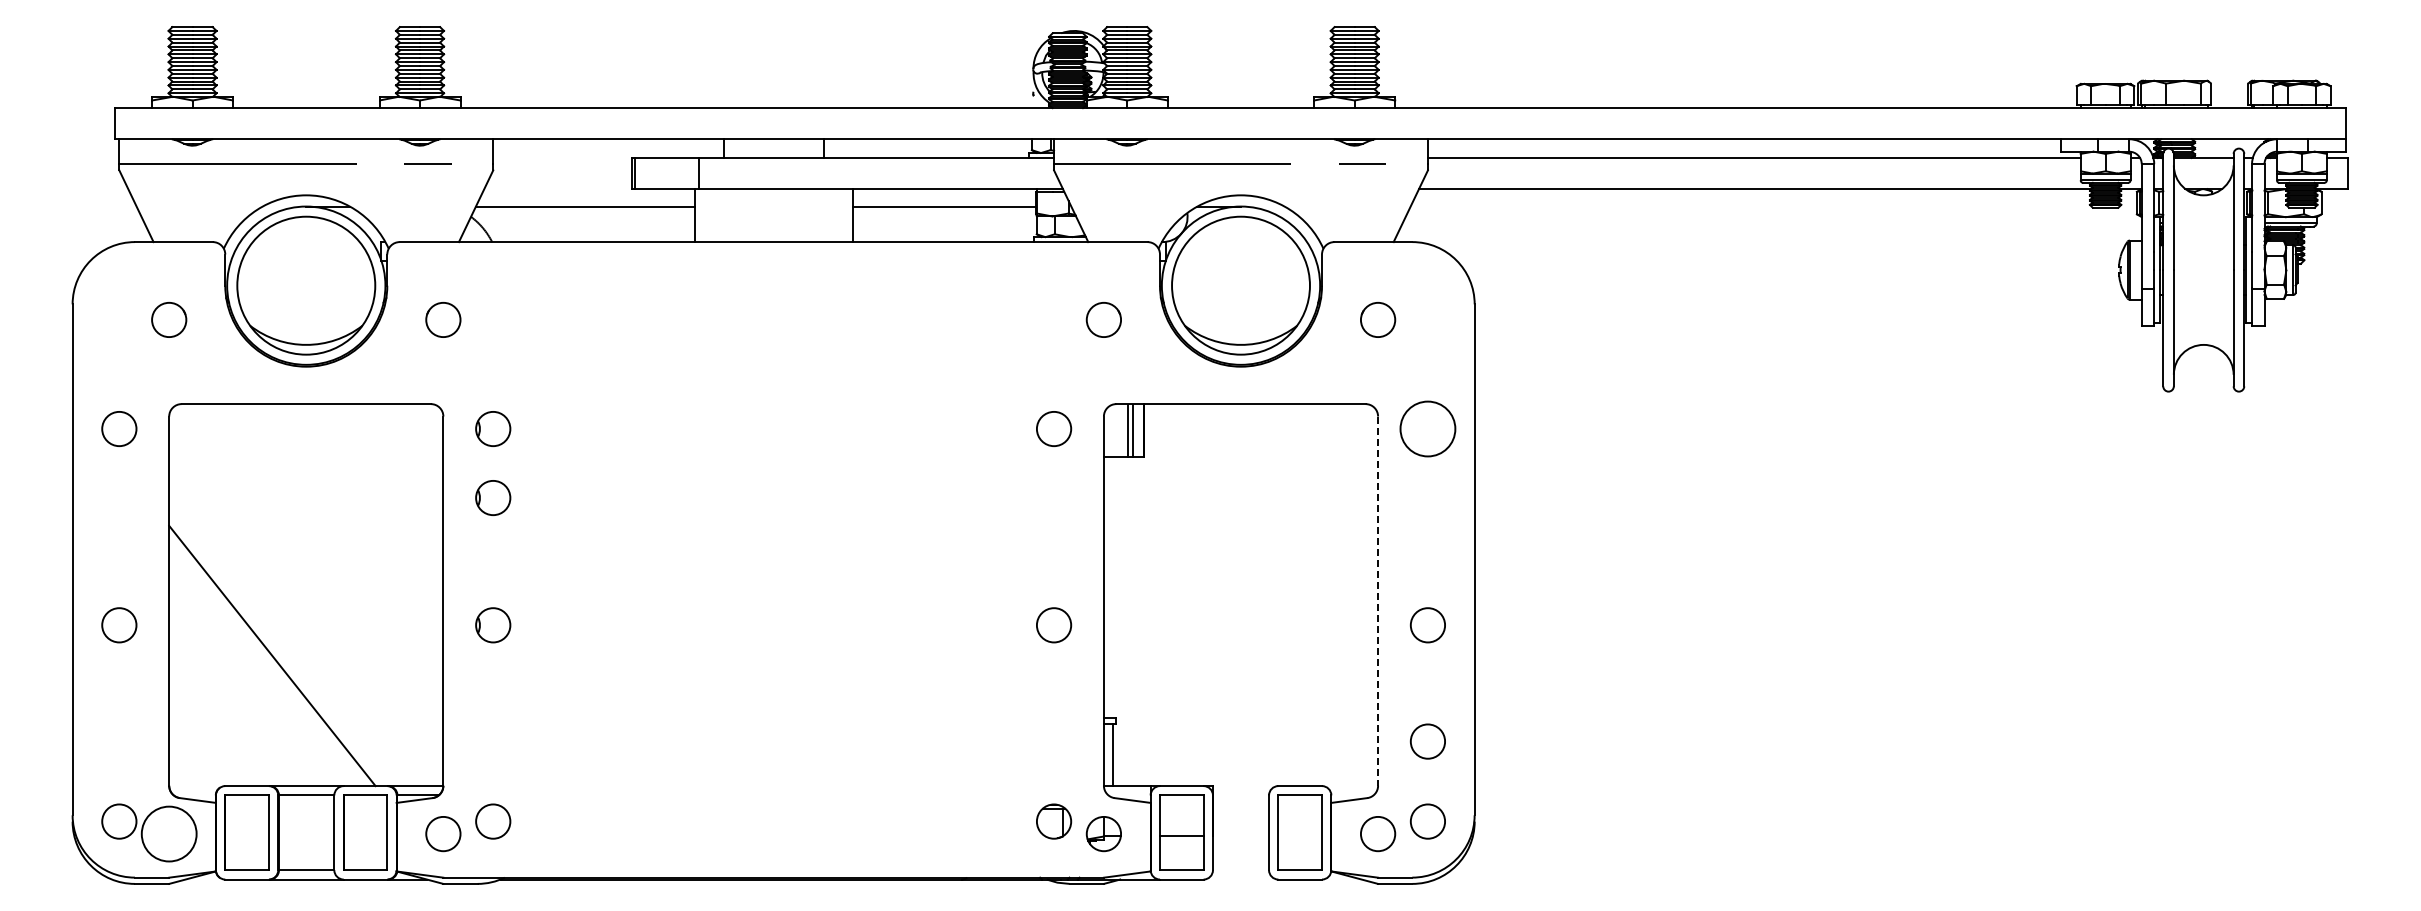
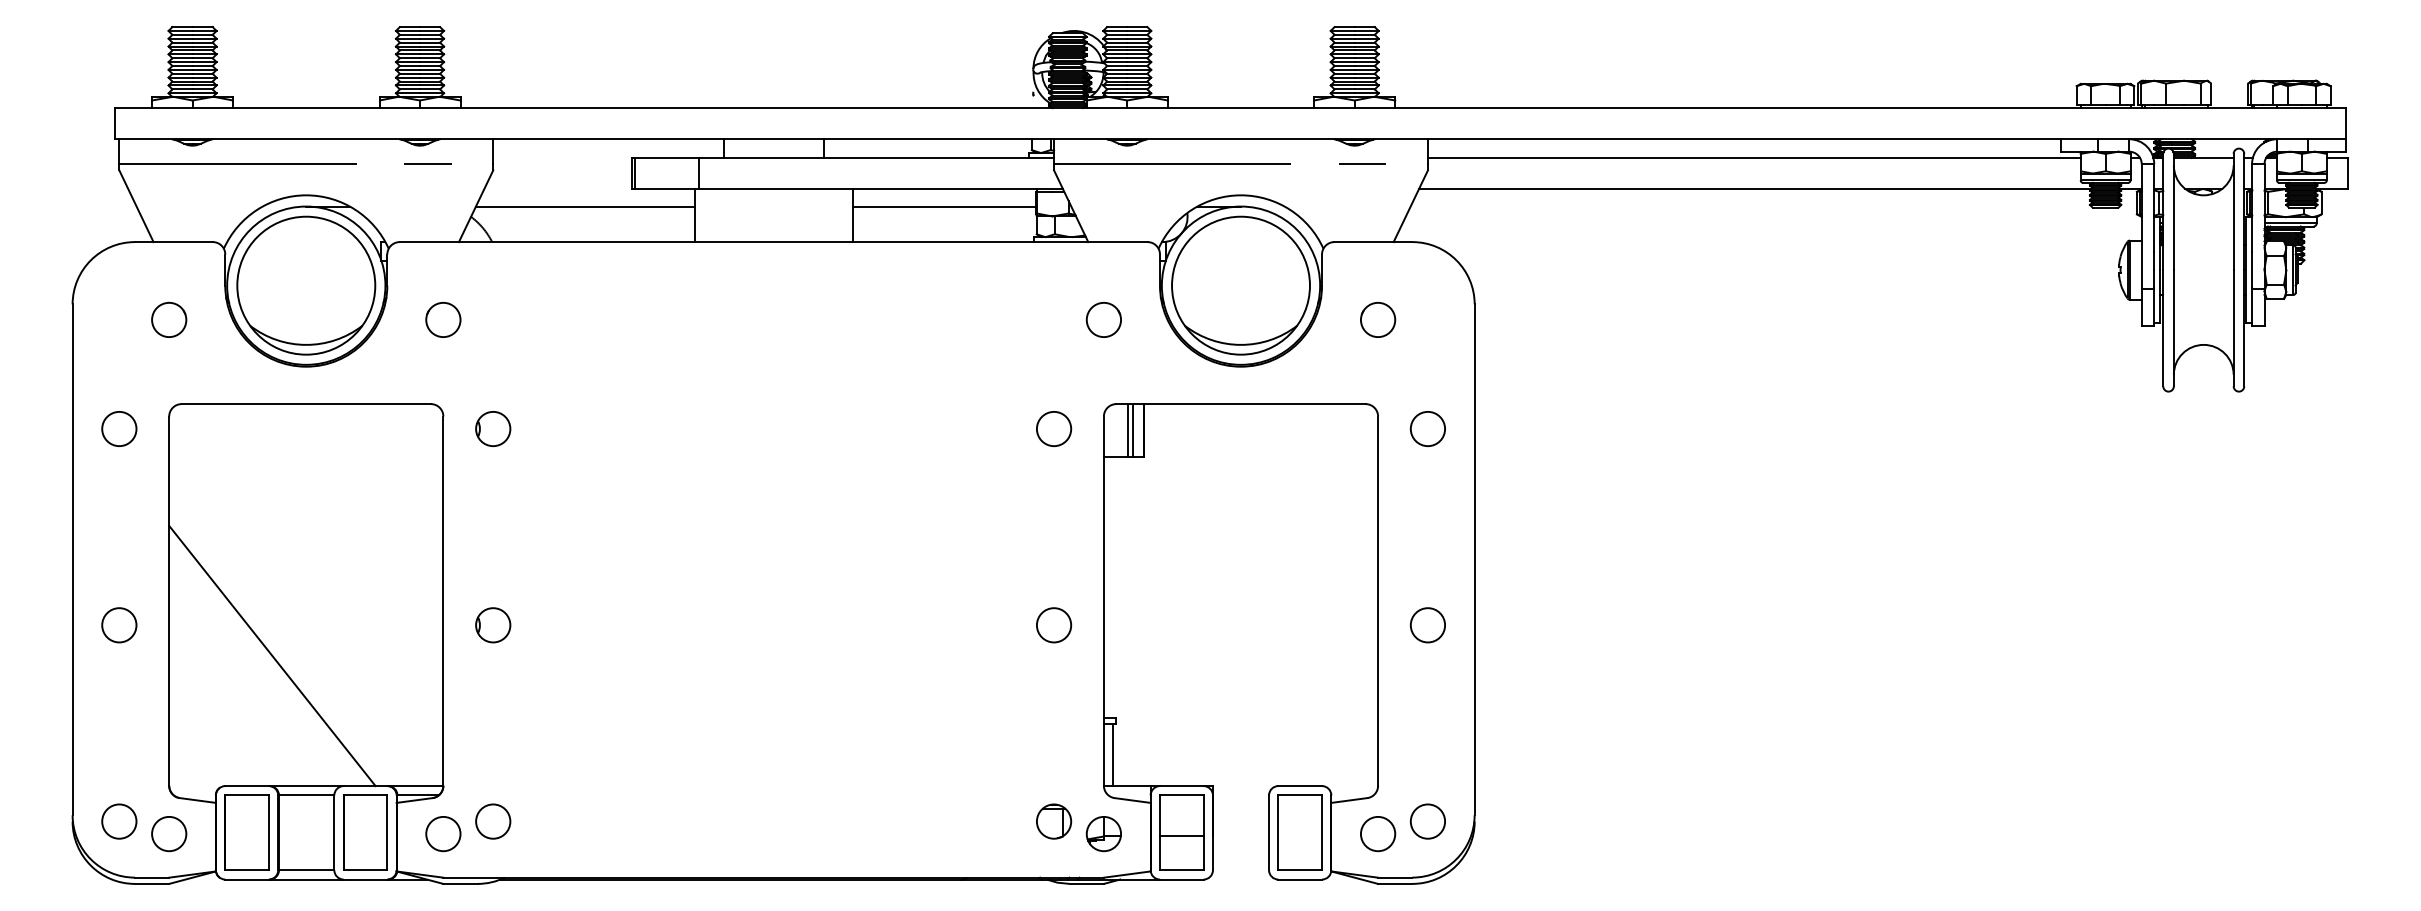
circle at (1427, 428) diameter: 55 px -> 34 px
part at (493, 497): present -> none
line at (1378, 601): dashed -> solid
circle at (1427, 741): present -> none
circle at (168, 833) diameter: 55 px -> 34 px
